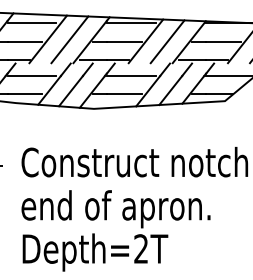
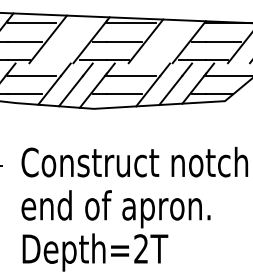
line at (69, 39): present -> none
line at (167, 41): present -> none
